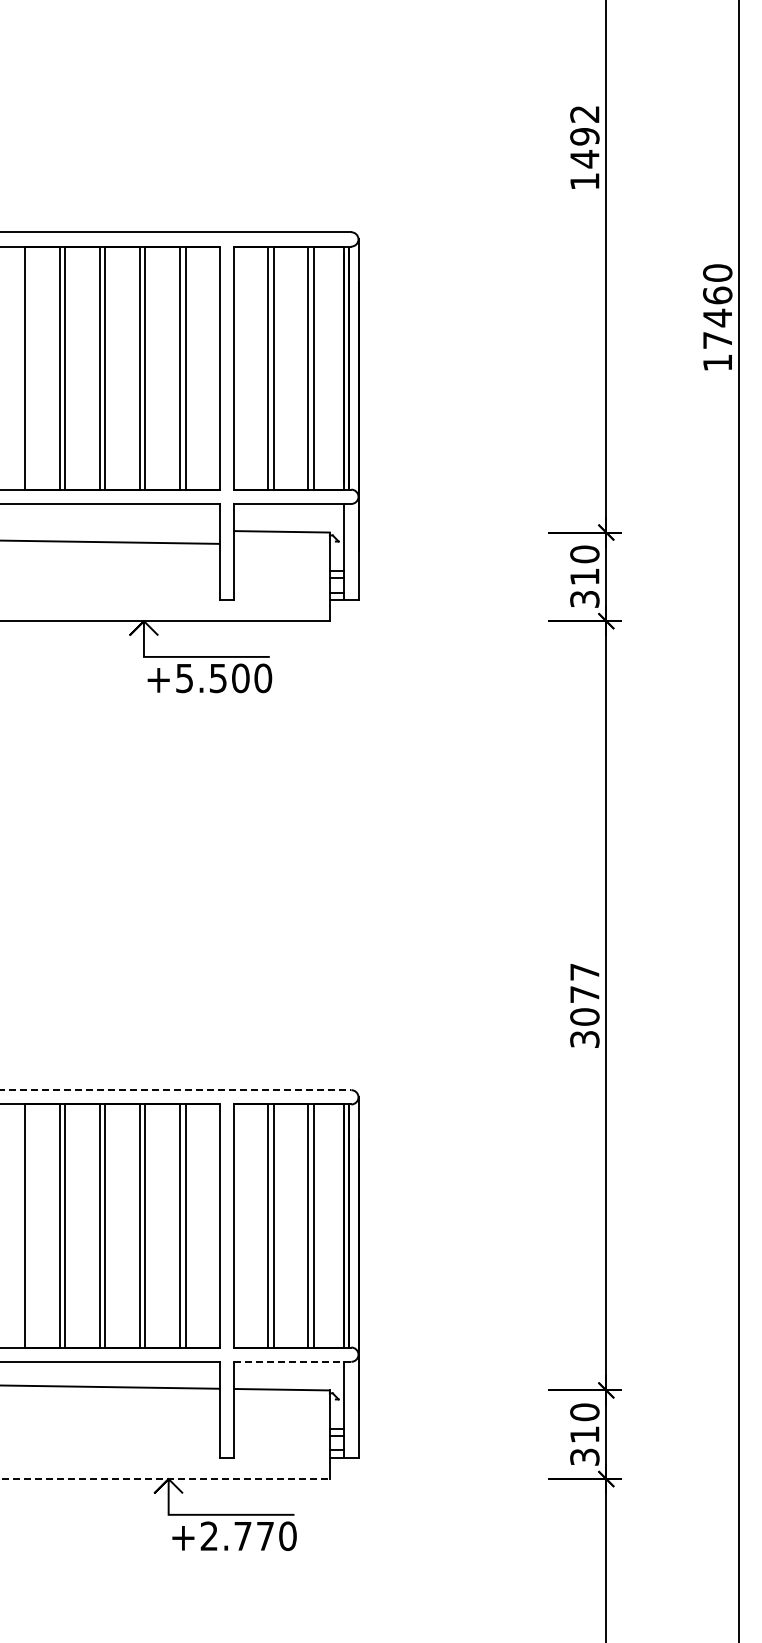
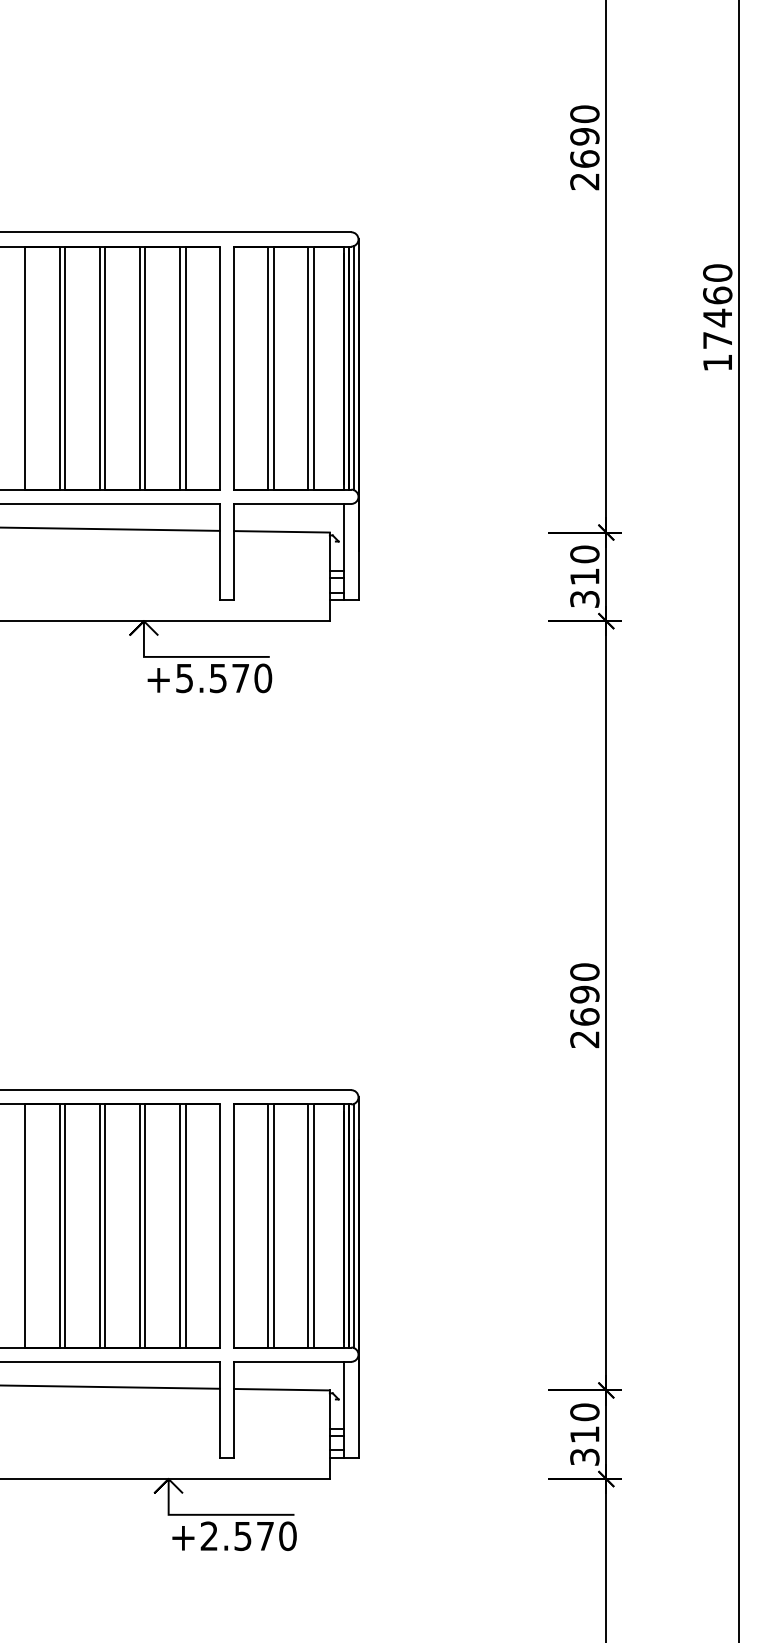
text at (584, 147): 1492 -> 2690
line at (354, 368): none -> present
line at (110, 541) position: (110, 541) -> (110, 528)
text at (240, 678): +5.500 -> +5.570
text at (584, 1005): 3077 -> 2690
line at (176, 1090): dashed -> solid
line at (354, 1225): none -> present
line at (292, 1361): dashed -> solid
line at (164, 1479): dashed -> solid
text at (242, 1536): +2.770 -> +2.570
